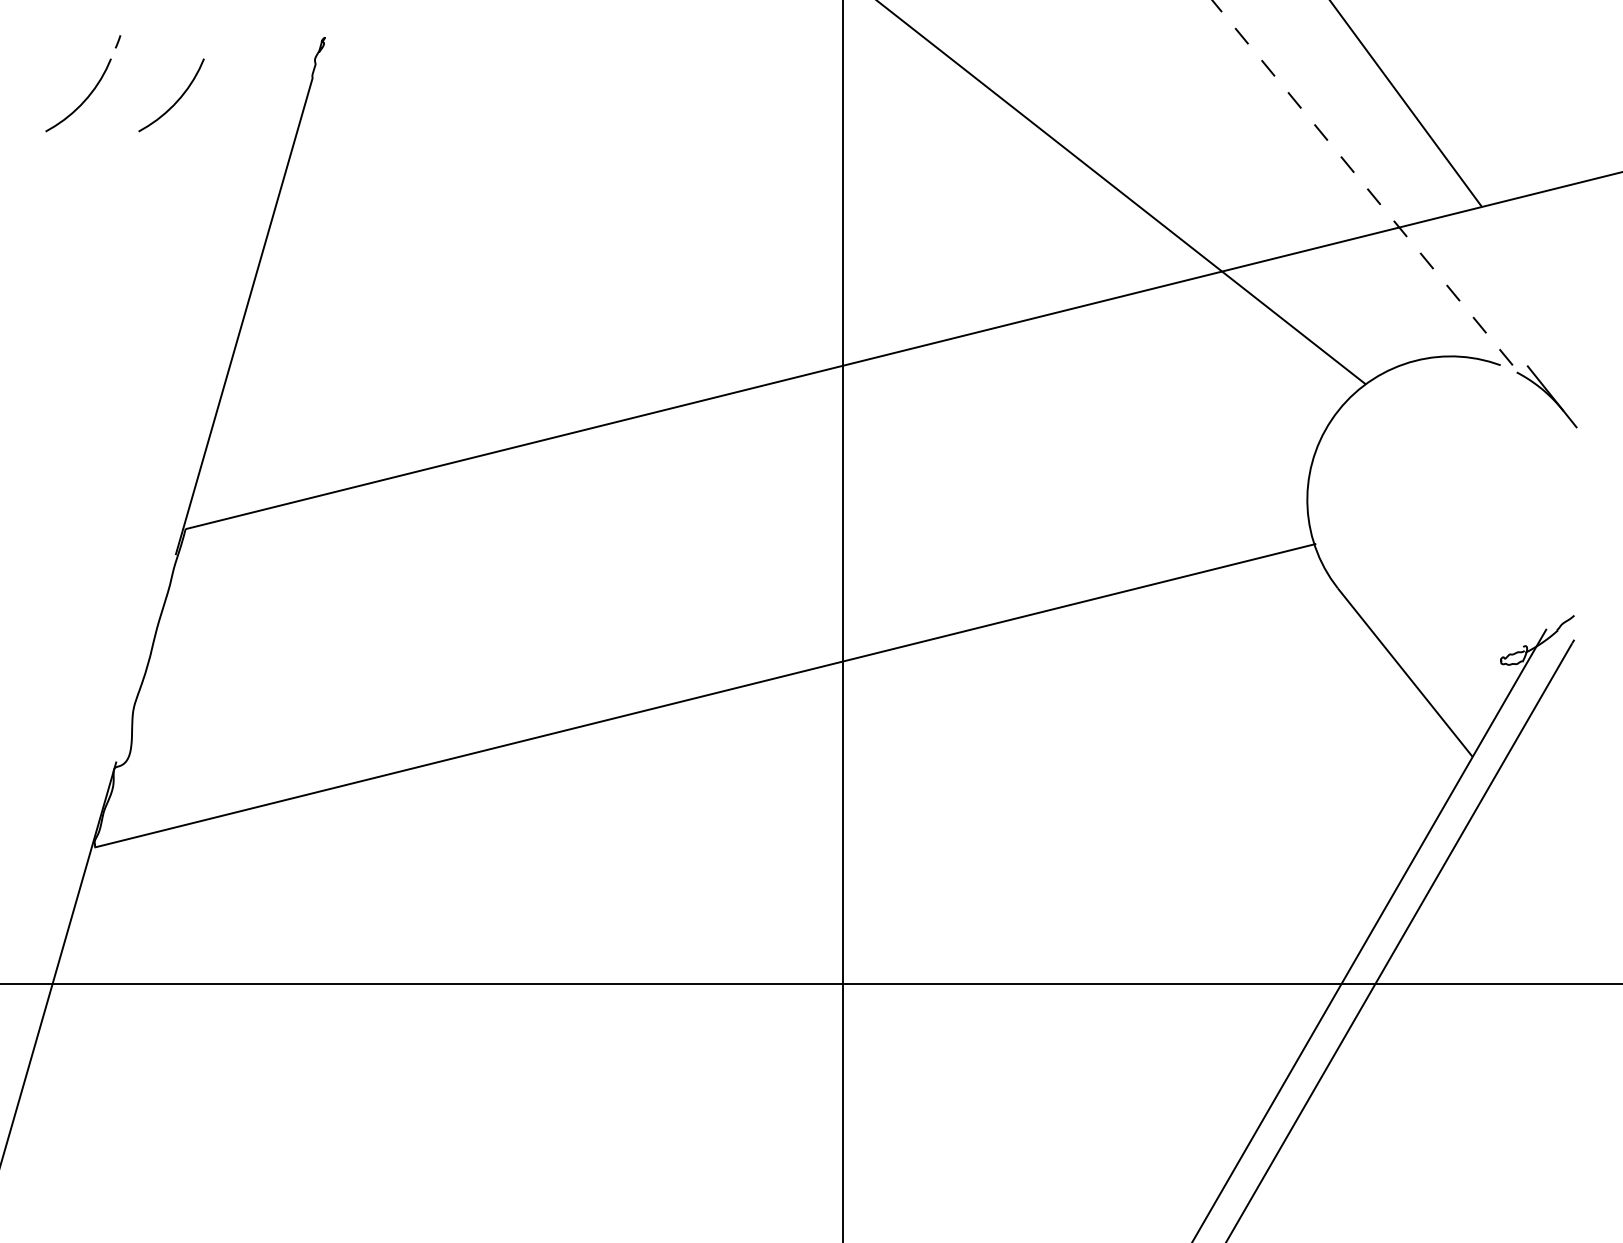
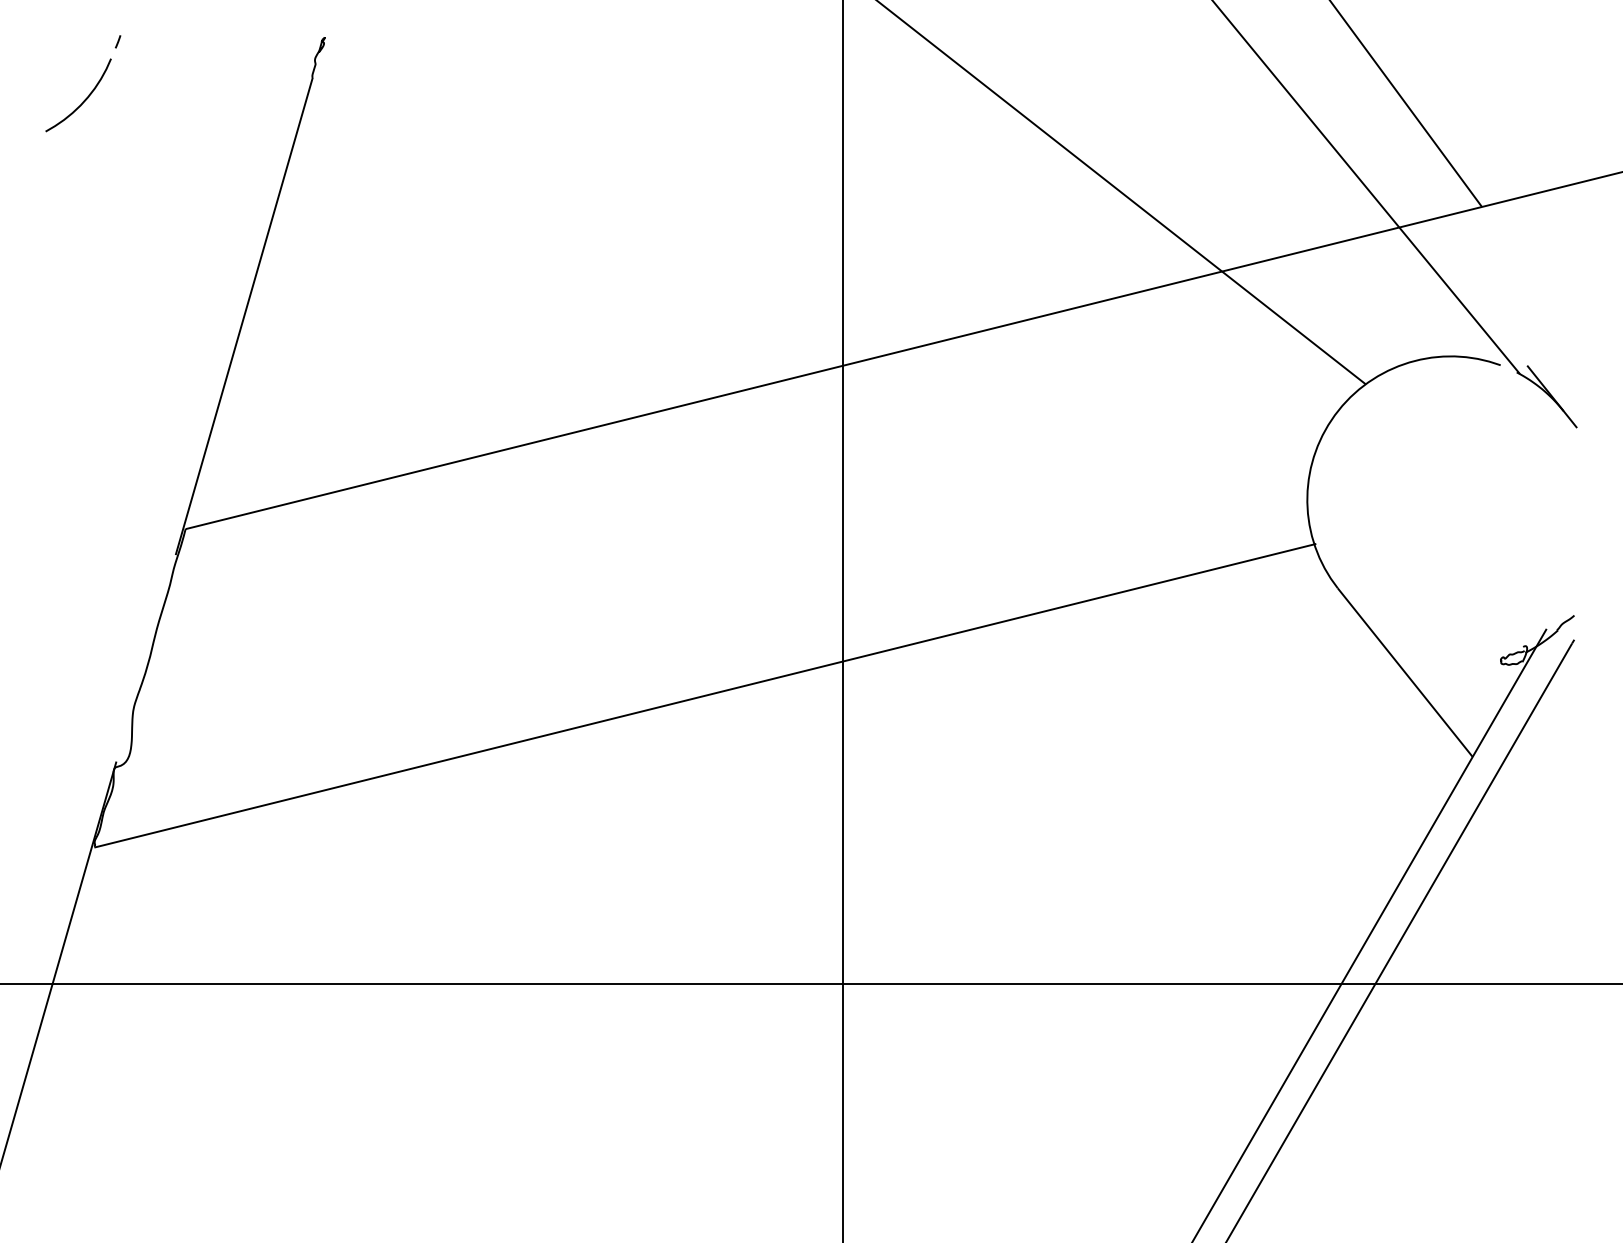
curve at (176, 100): present -> none
line at (1366, 187): dashed -> solid
